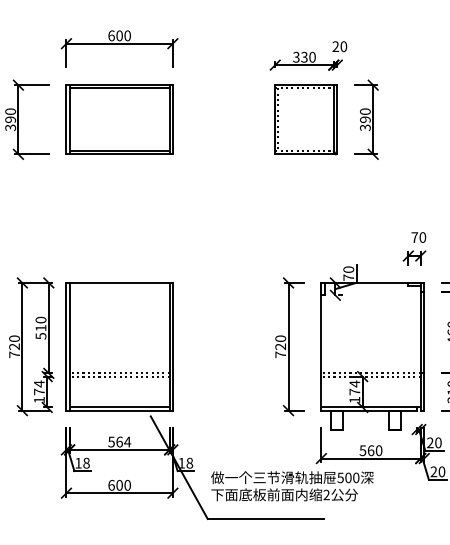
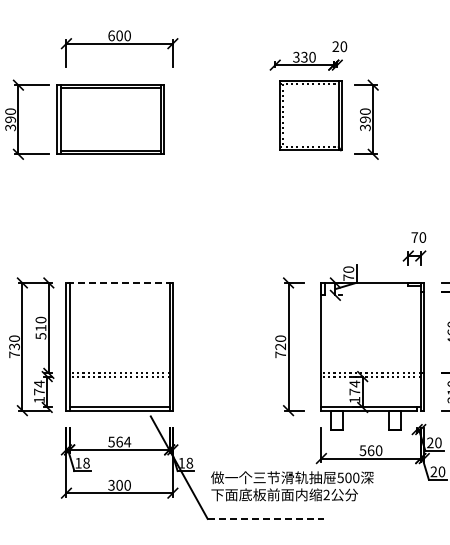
part at (119, 119) position: (119, 119) -> (110, 119)
part at (305, 119) position: (305, 119) -> (310, 115)
line at (119, 282): solid -> dashed
text at (14, 346): 720 -> 730
text at (111, 485): 600 -> 300
line at (266, 518): solid -> dashed
